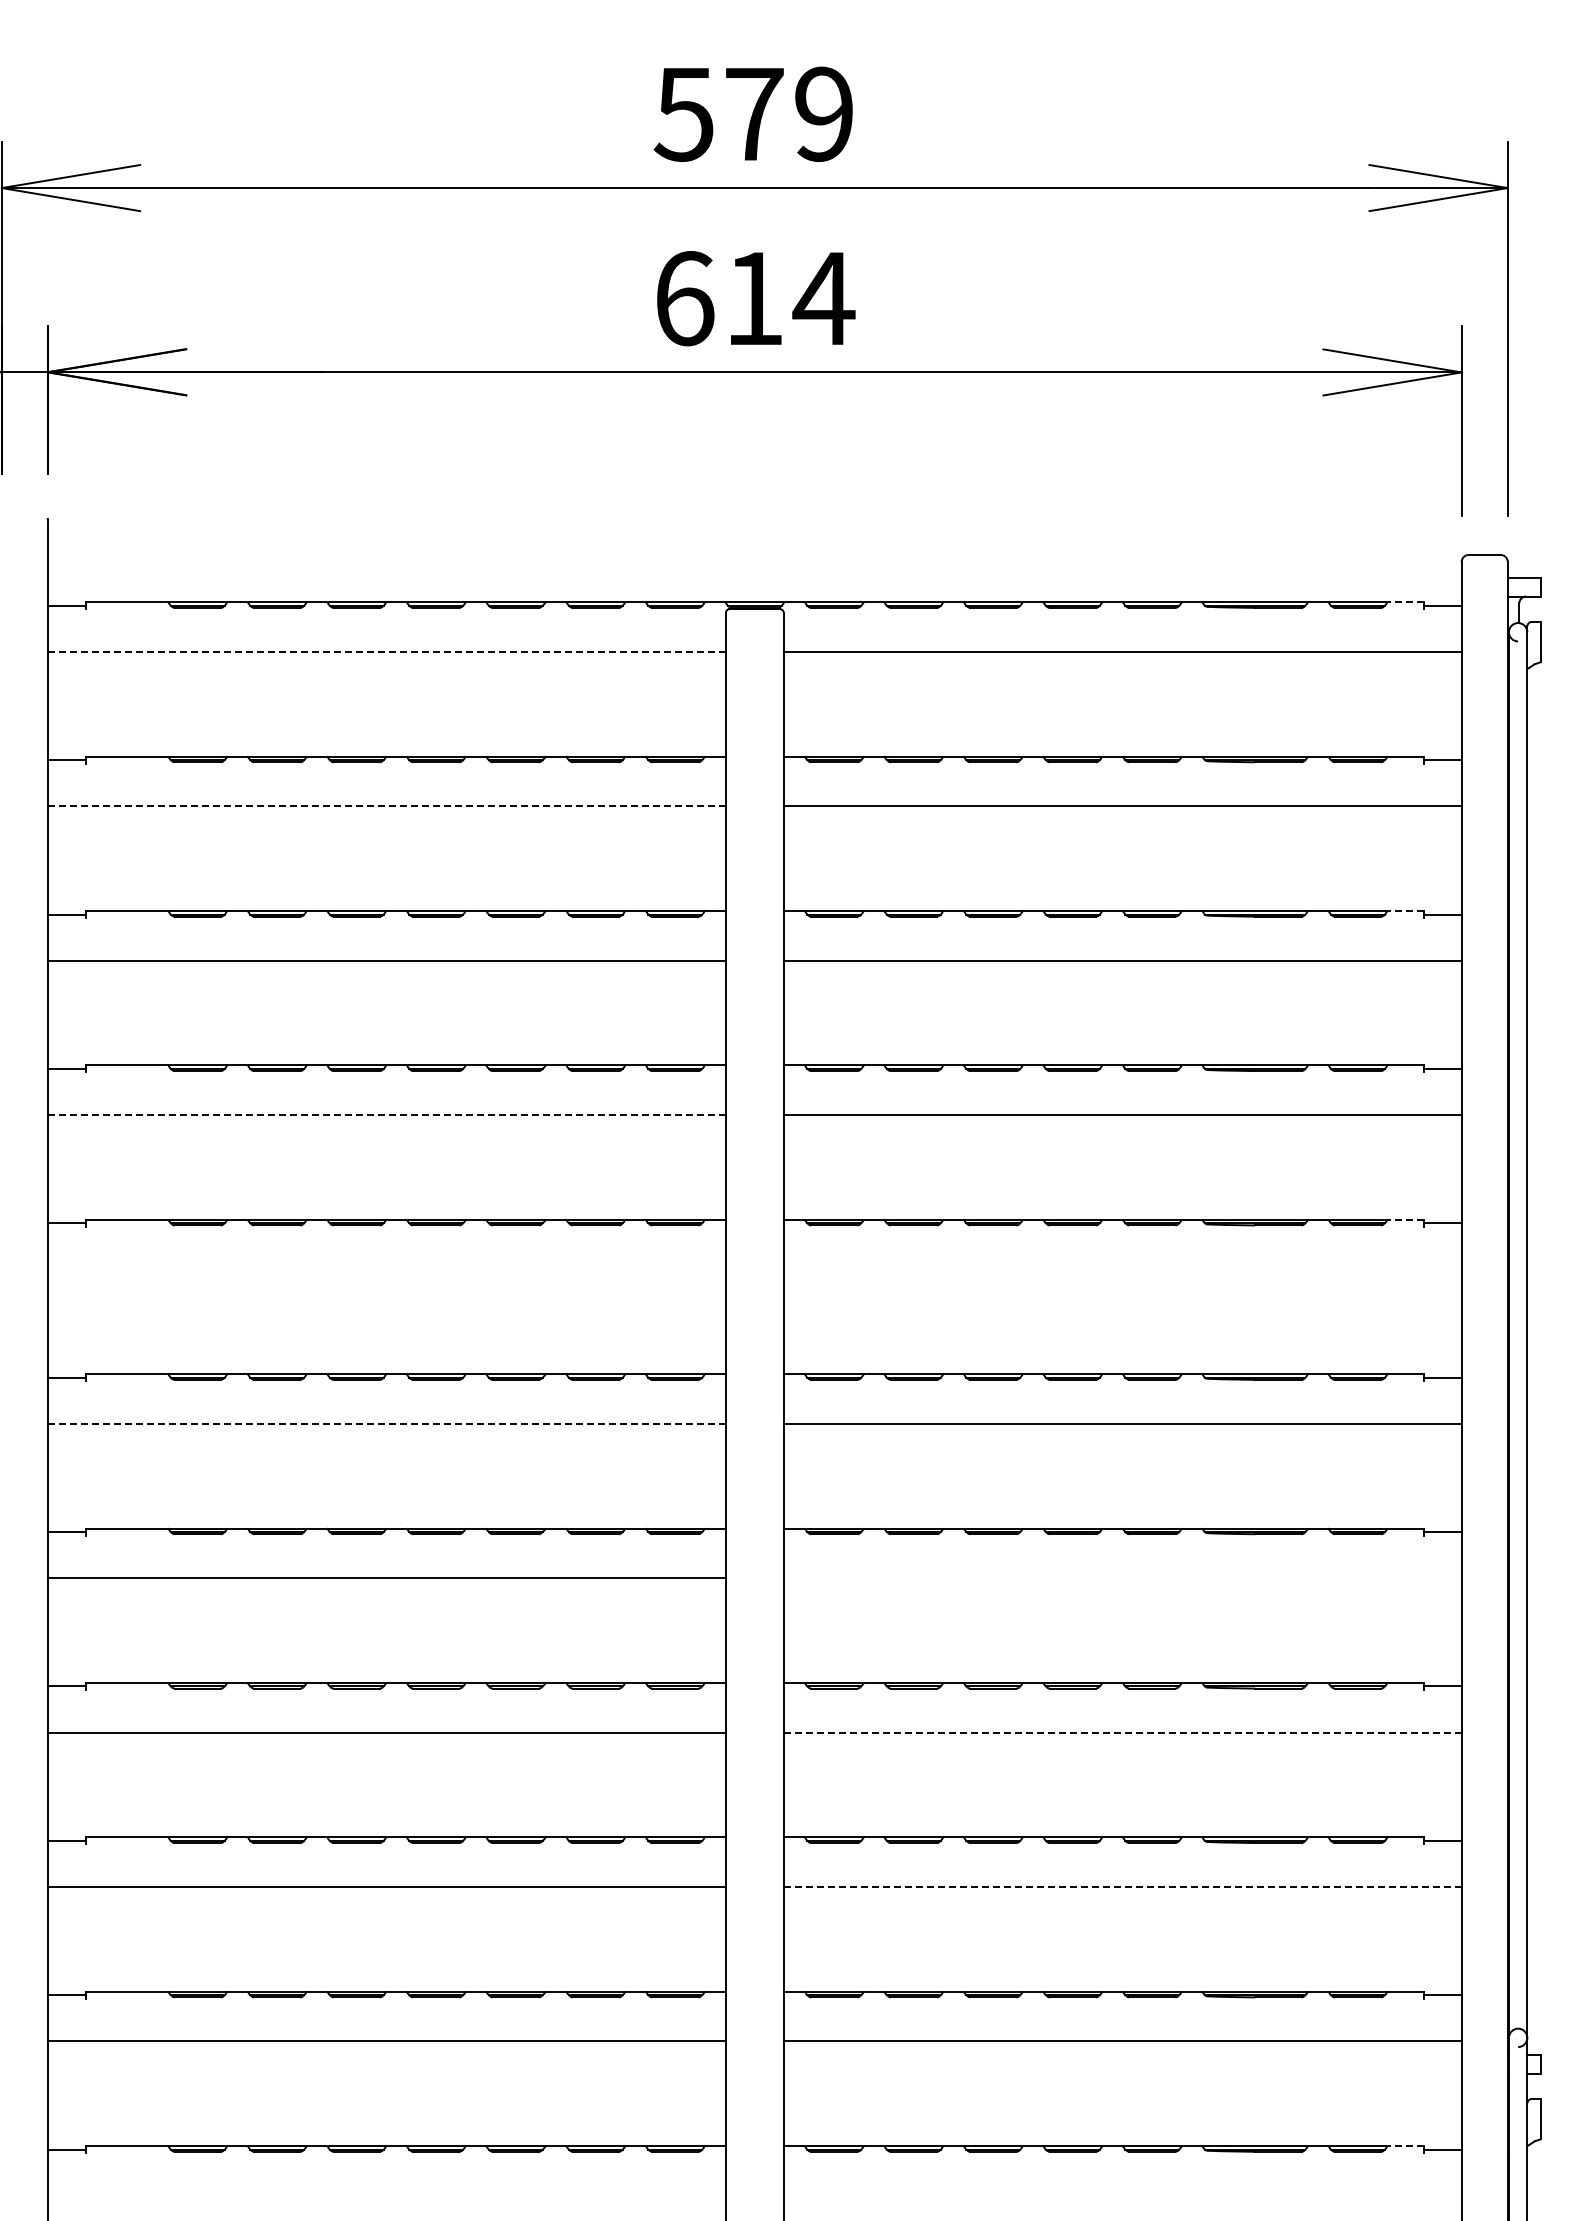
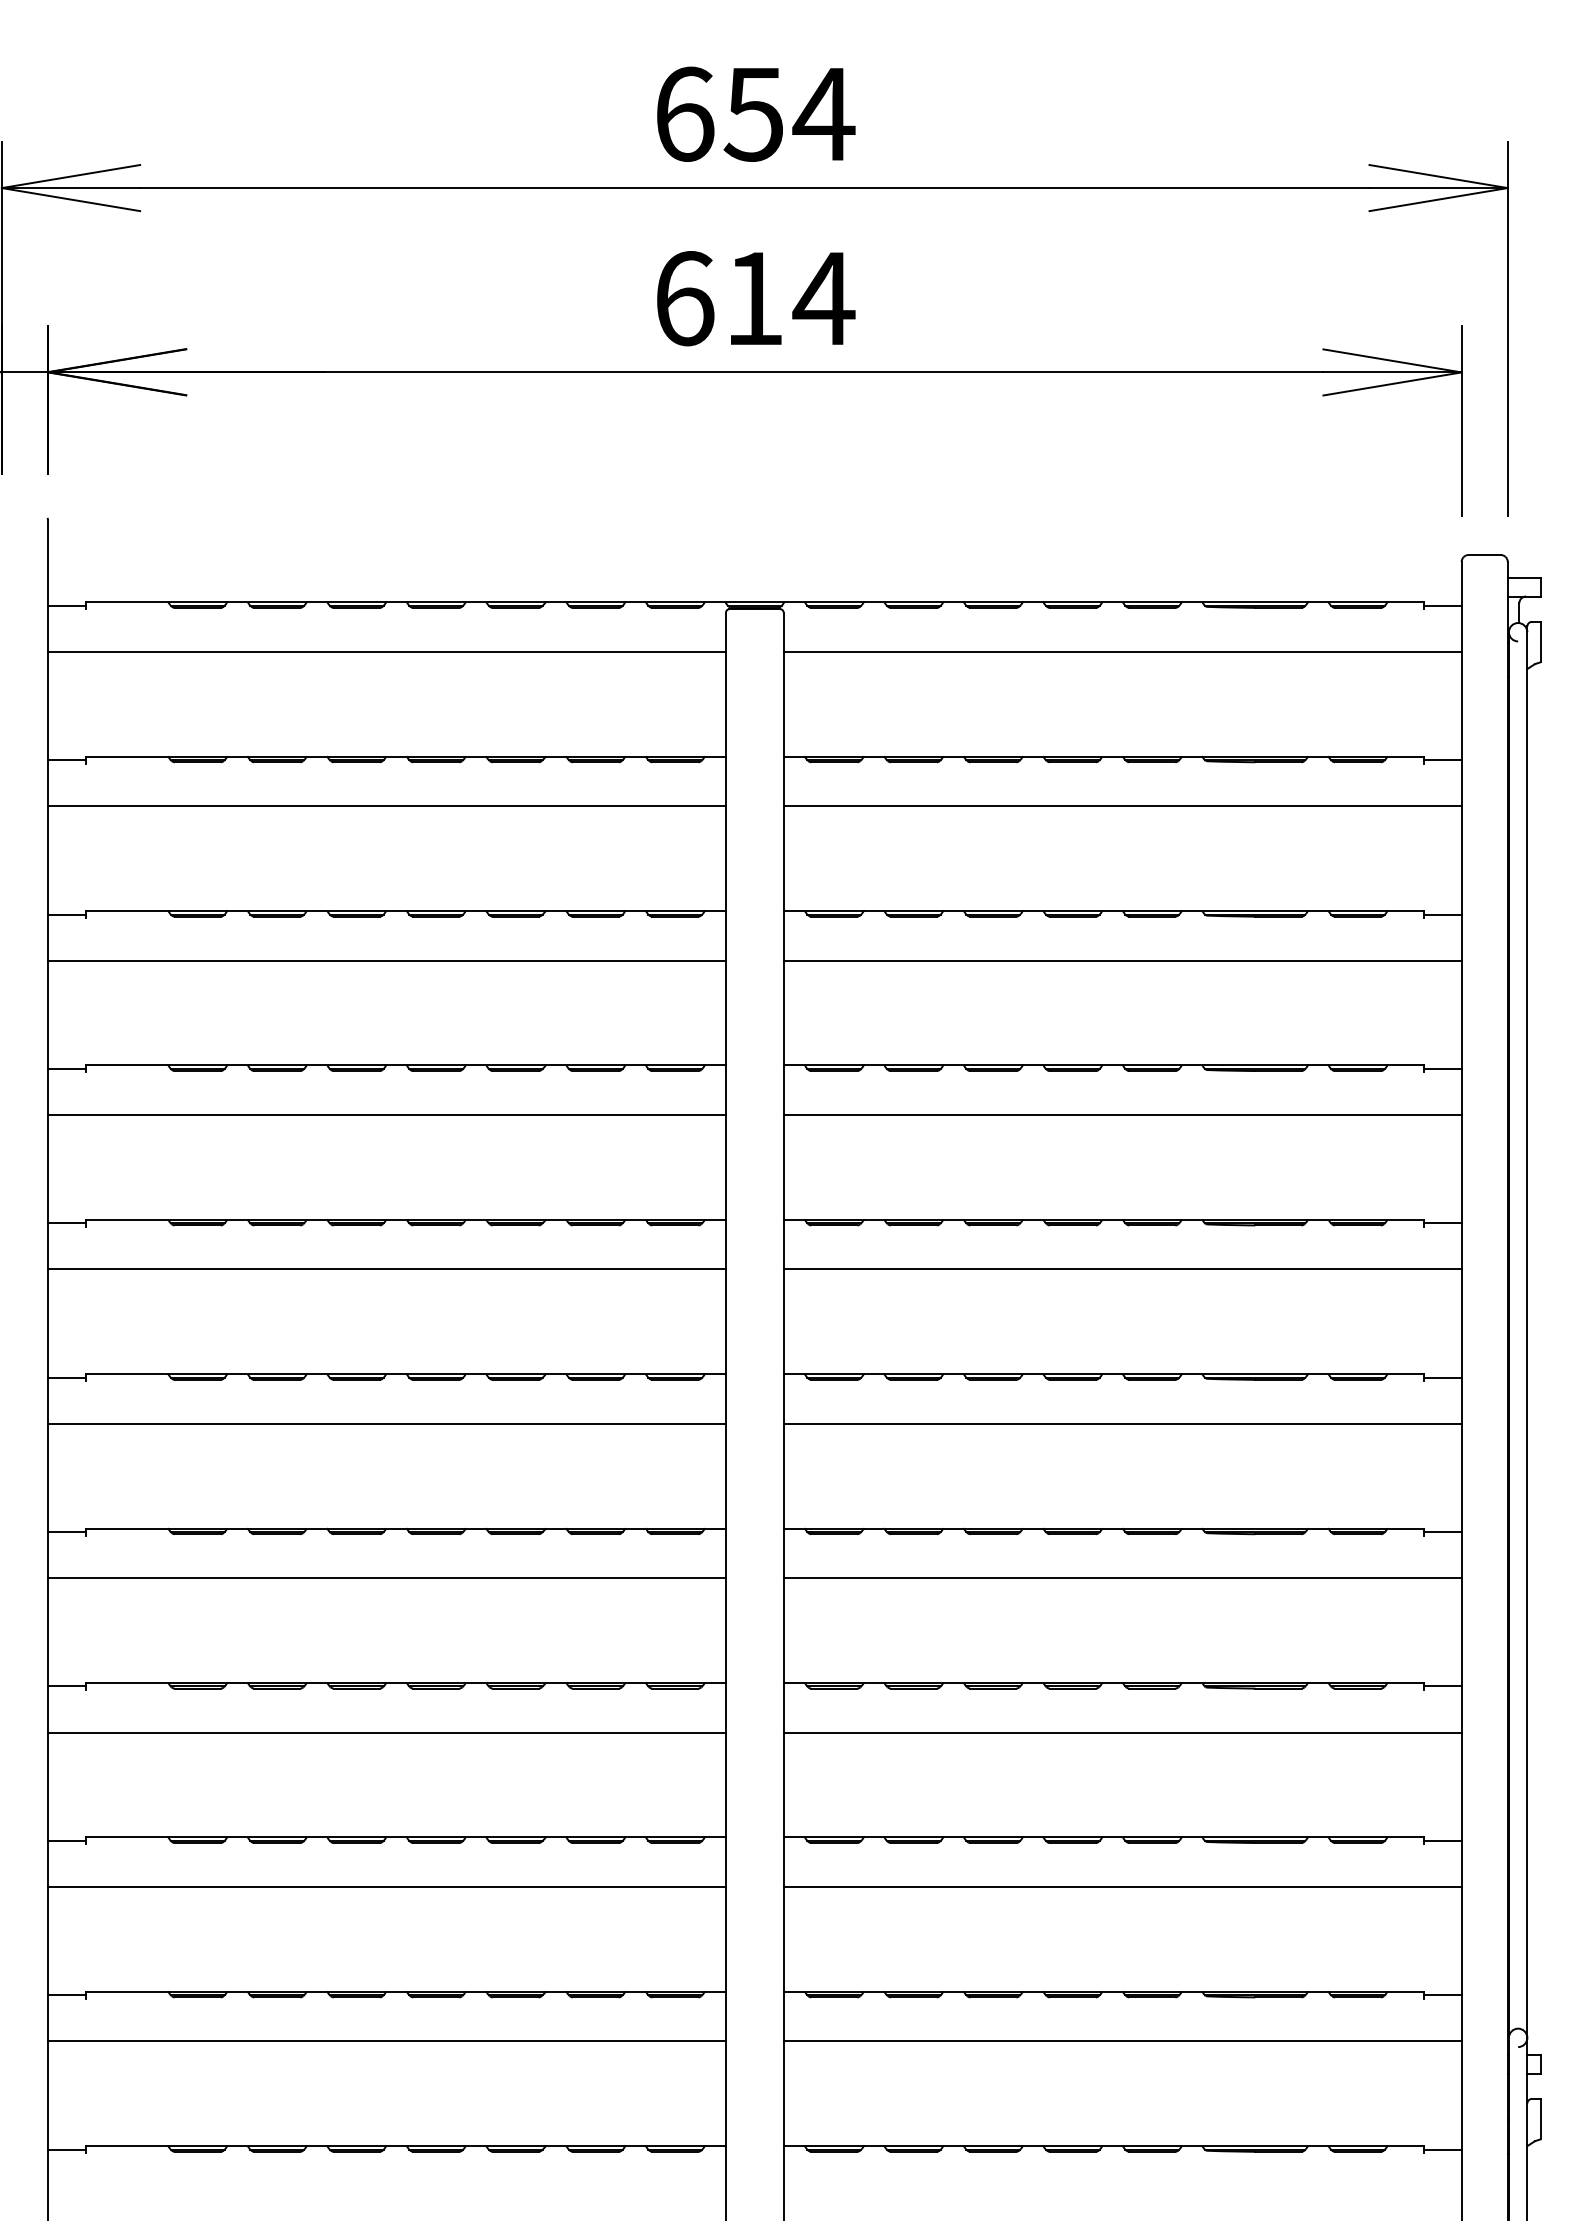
text at (754, 113): 579 -> 654
line at (1405, 602): dashed -> solid
line at (386, 651): dashed -> solid
line at (386, 806): dashed -> solid
line at (1405, 911): dashed -> solid
line at (386, 1115): dashed -> solid
line at (1405, 1219): dashed -> solid
line at (386, 1269): none -> present
line at (1122, 1269): none -> present
line at (386, 1423): dashed -> solid
line at (1122, 1578): none -> present
line at (1122, 1732): dashed -> solid
line at (1122, 1886): dashed -> solid
line at (1405, 2146): dashed -> solid
